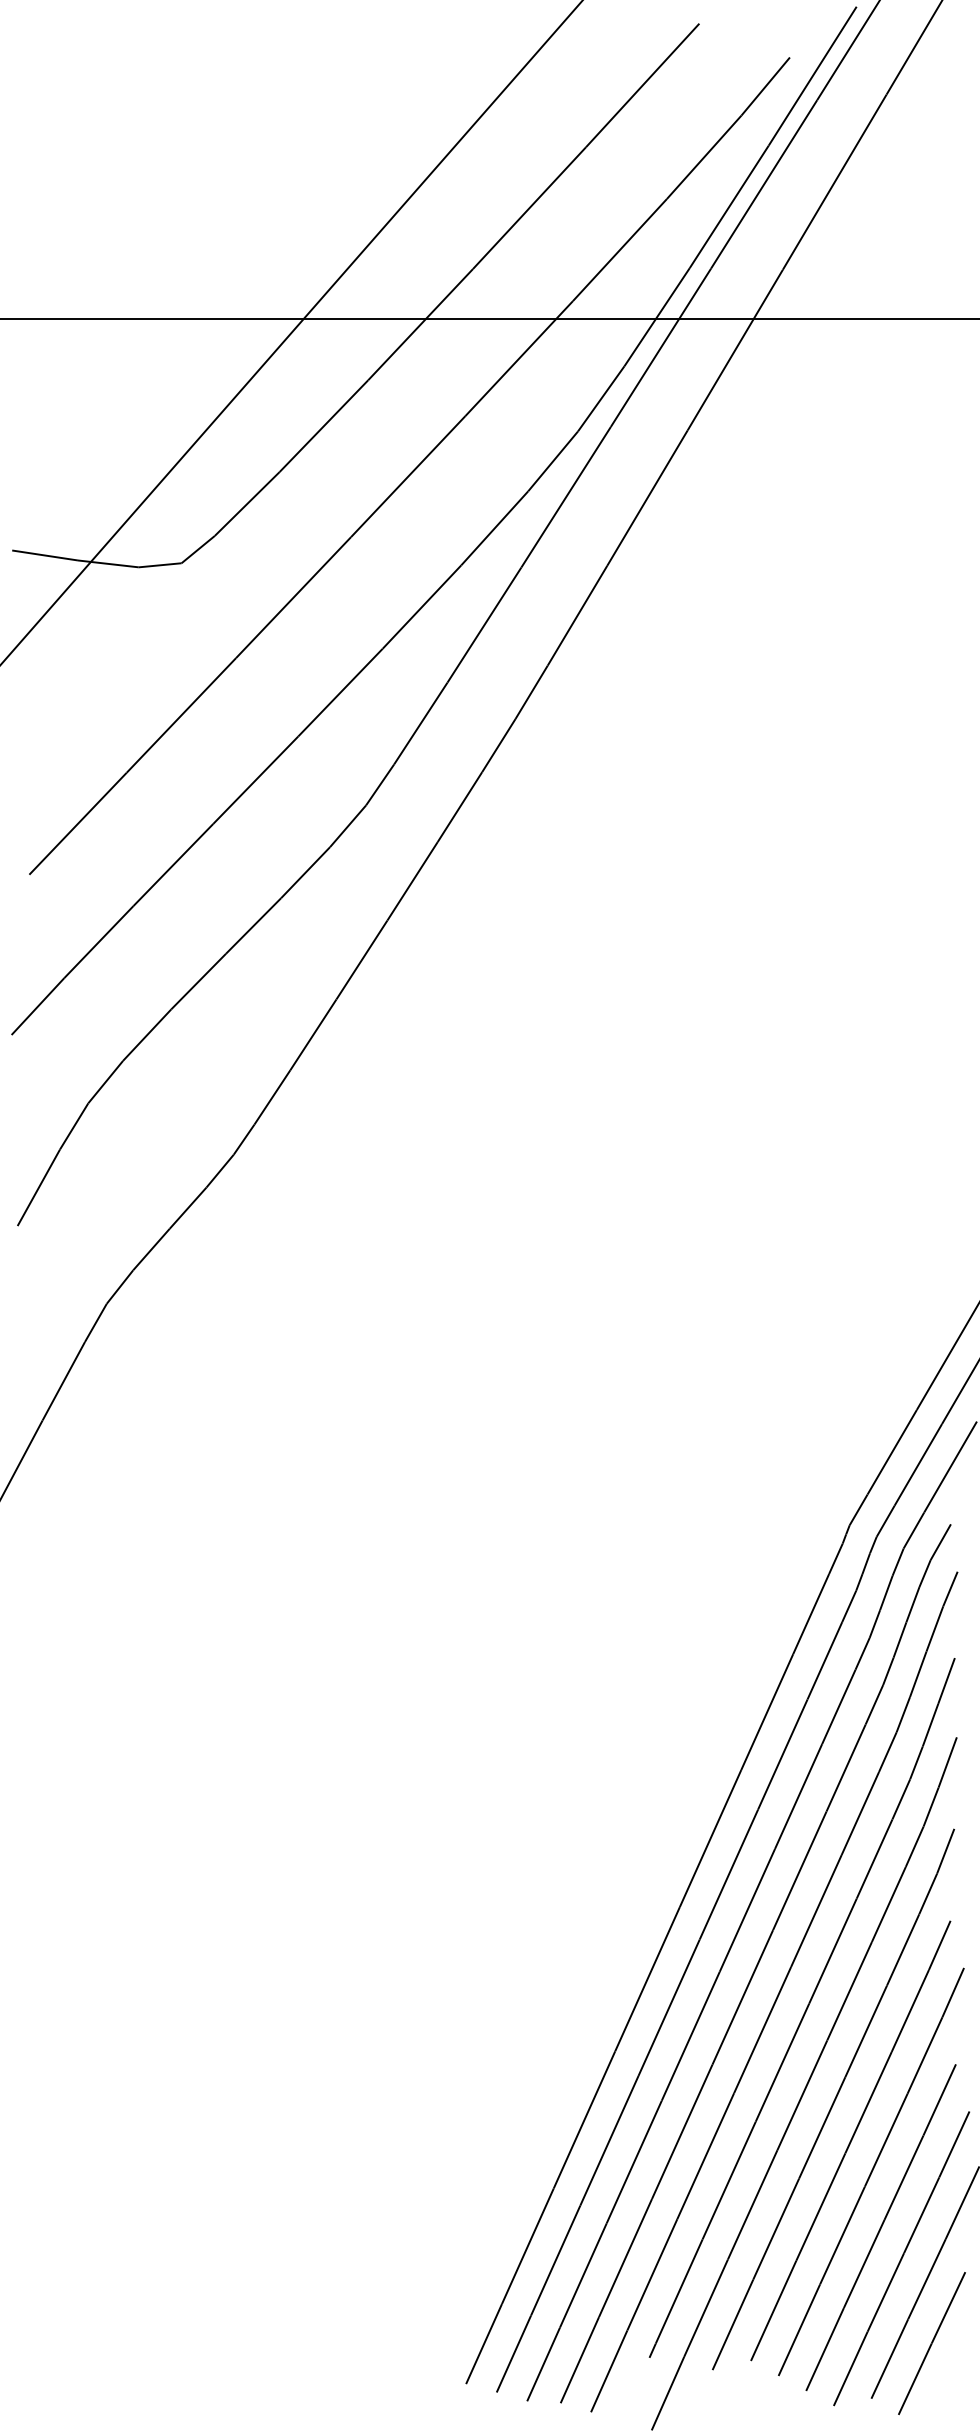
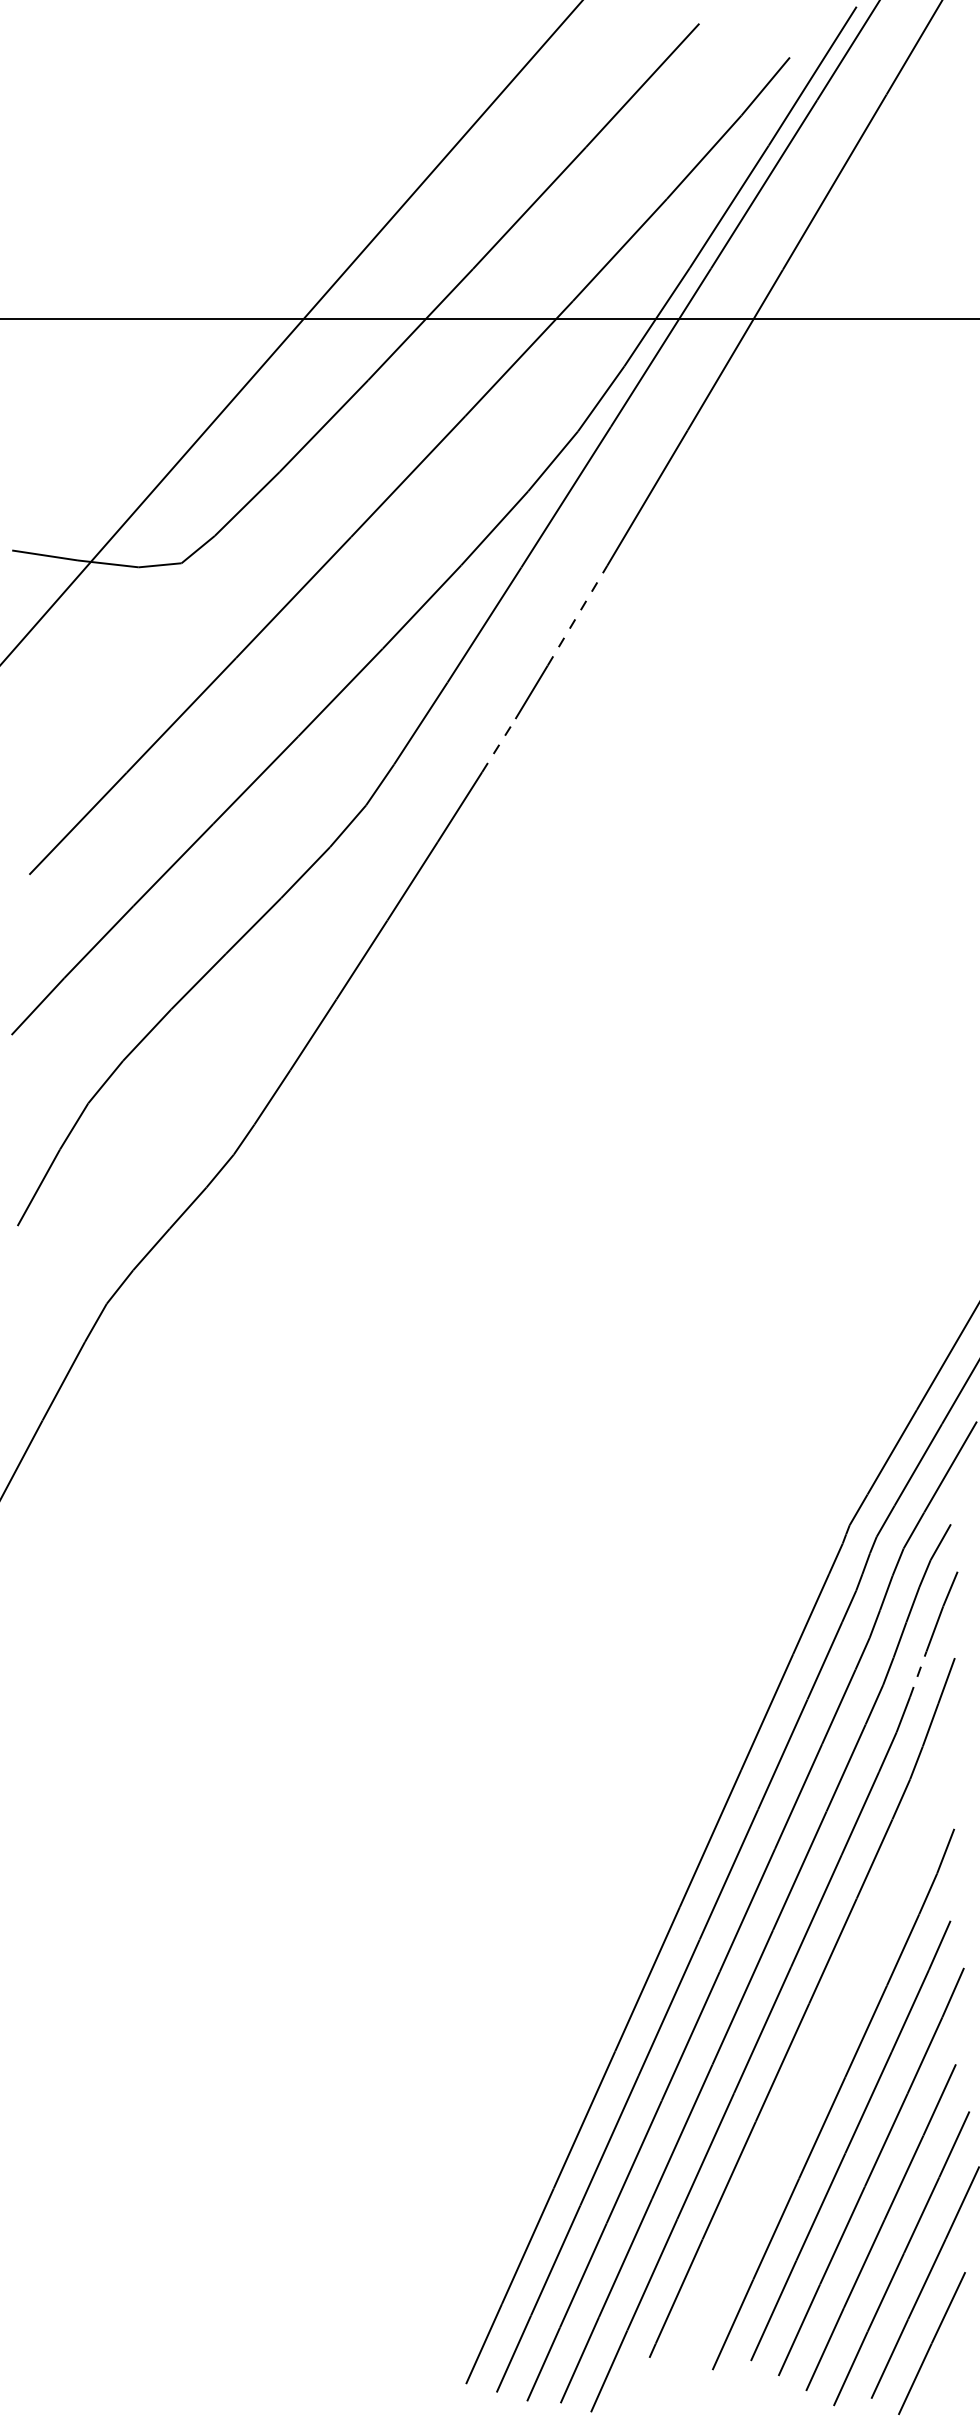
line at (577, 615): solid -> dashed
line at (499, 745): solid -> dashed
line at (918, 1673): solid -> dashed
part at (804, 2083): present -> none
